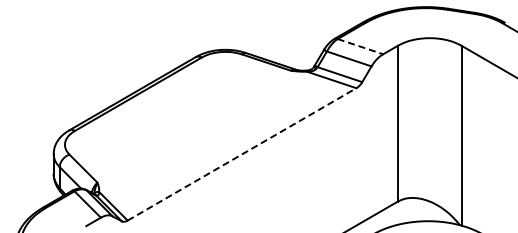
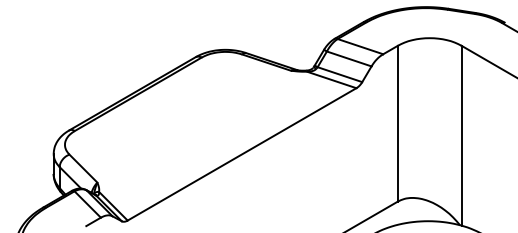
line at (360, 46): dashed -> solid
line at (242, 154): dashed -> solid
